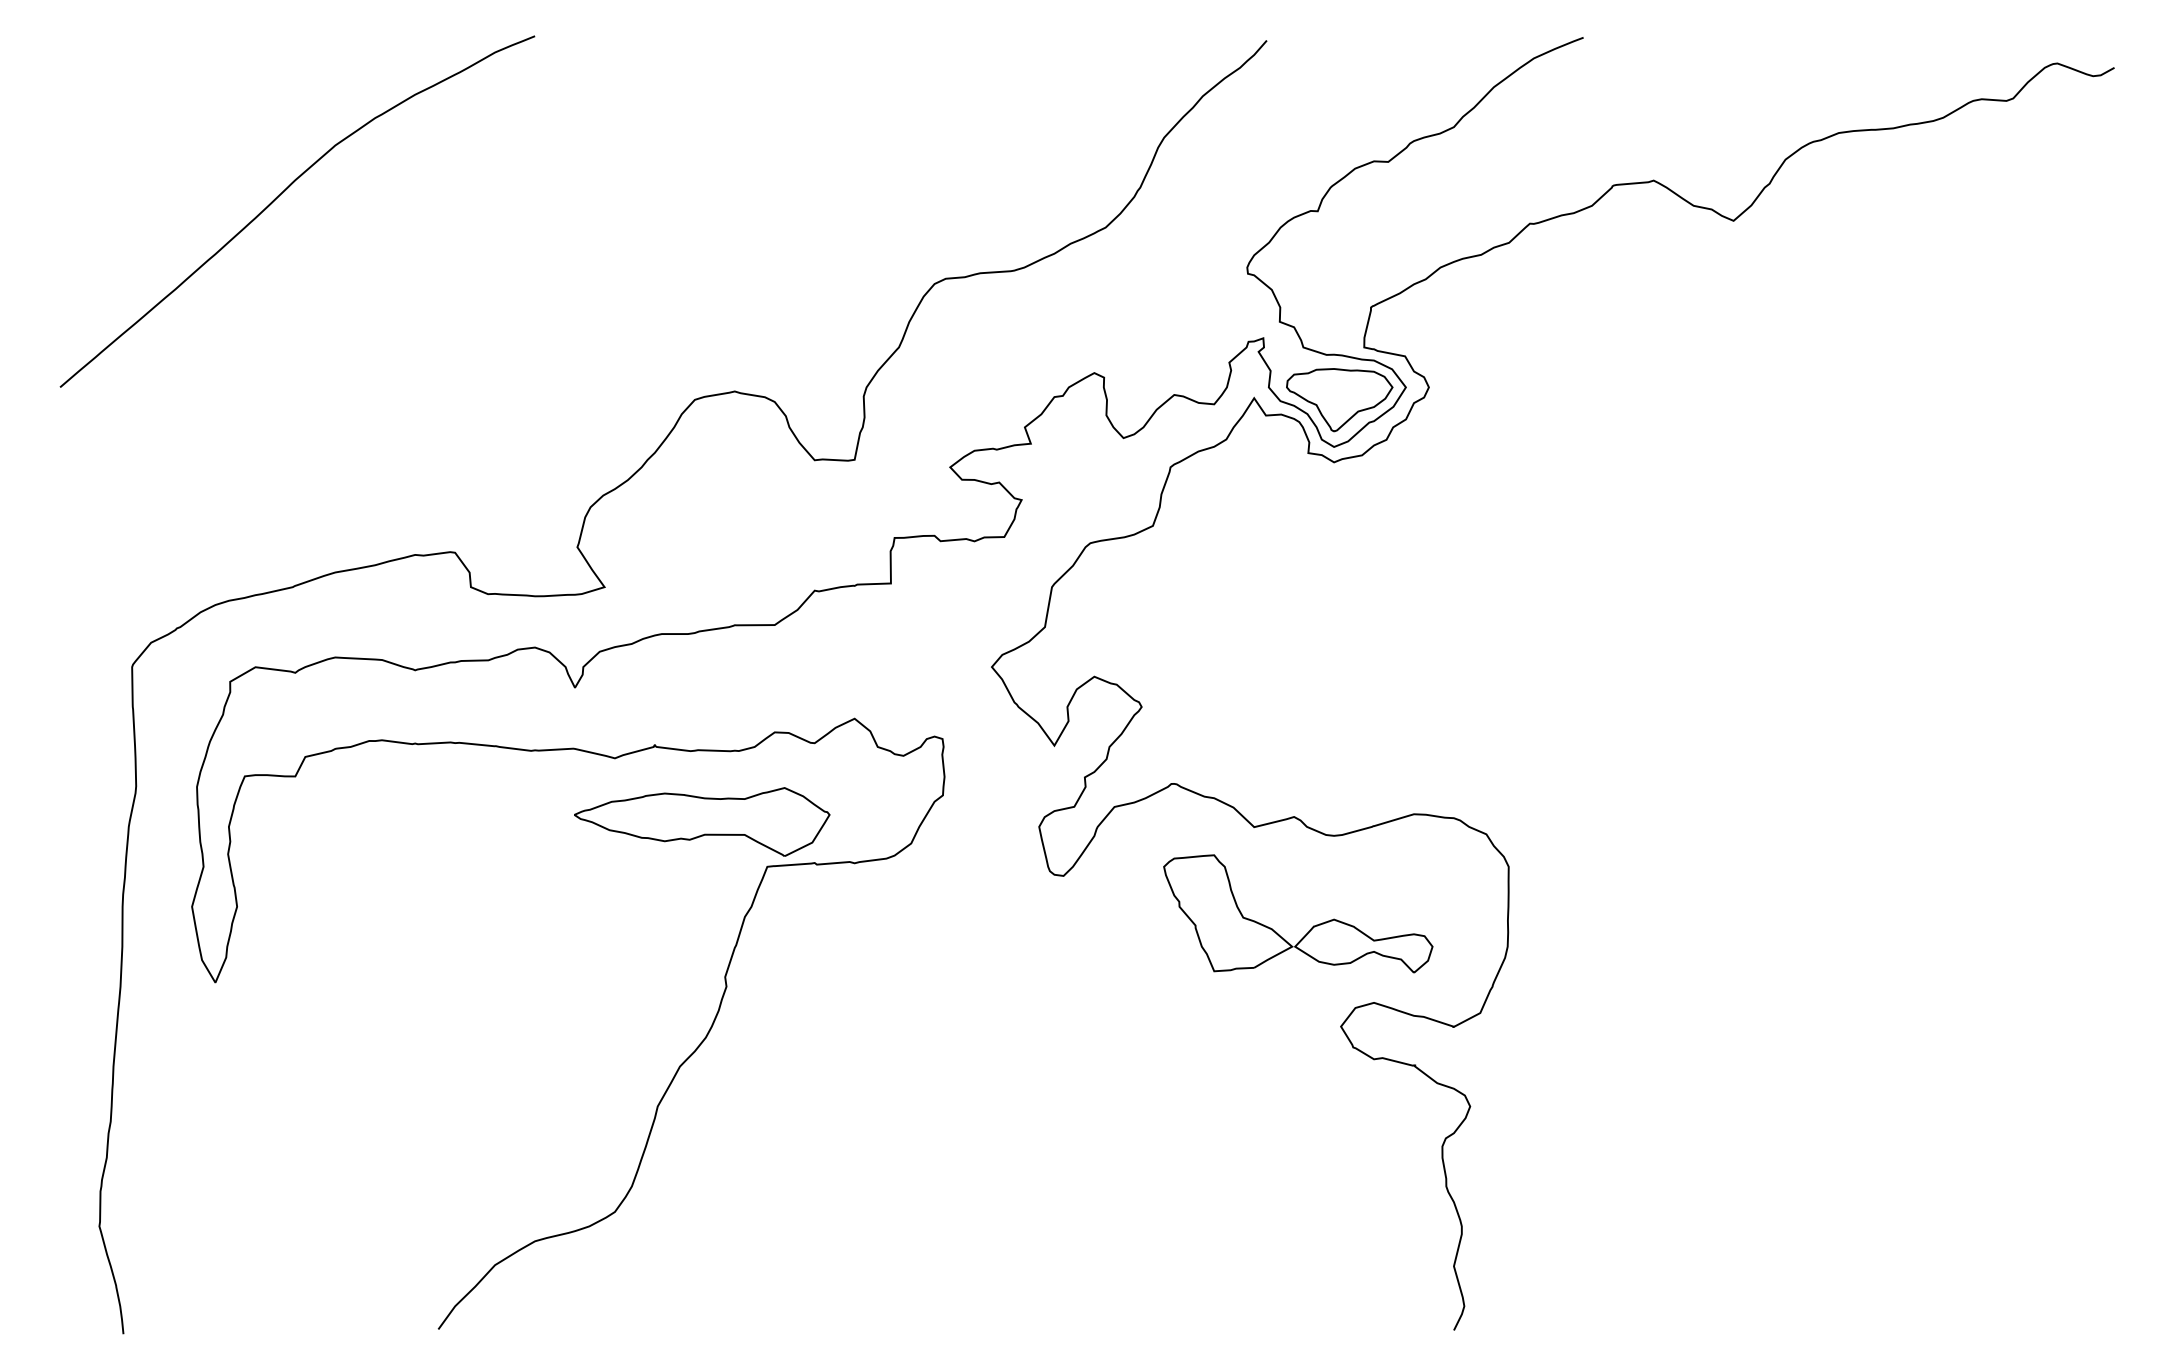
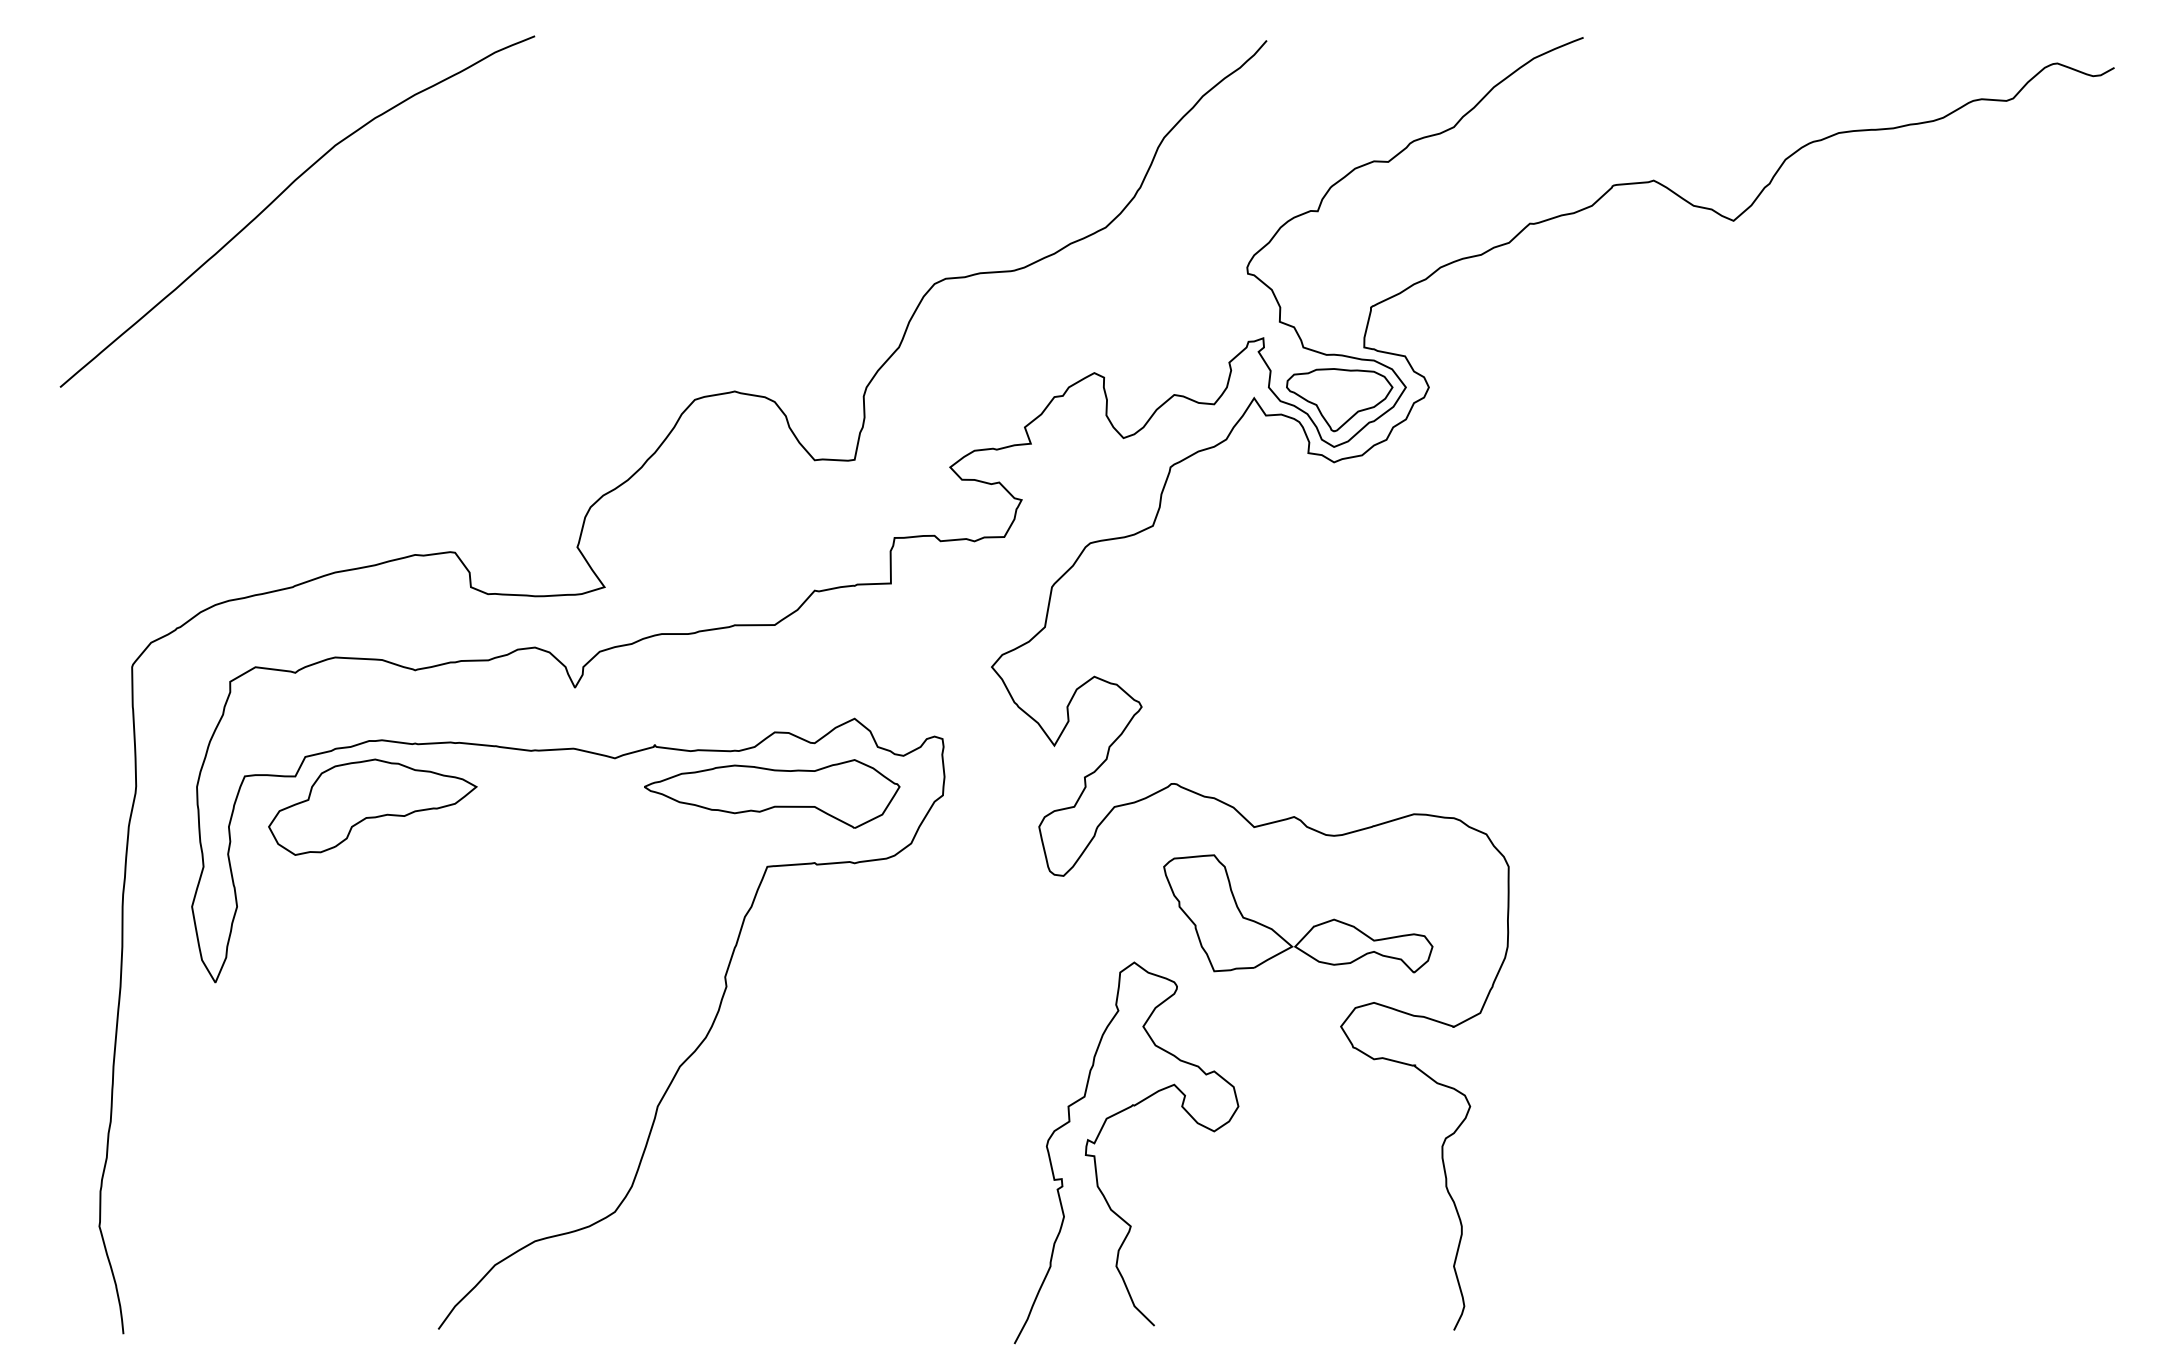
part at (372, 806): none -> present
part at (702, 821) position: (702, 821) -> (772, 793)
curve at (1095, 1155): none -> present
